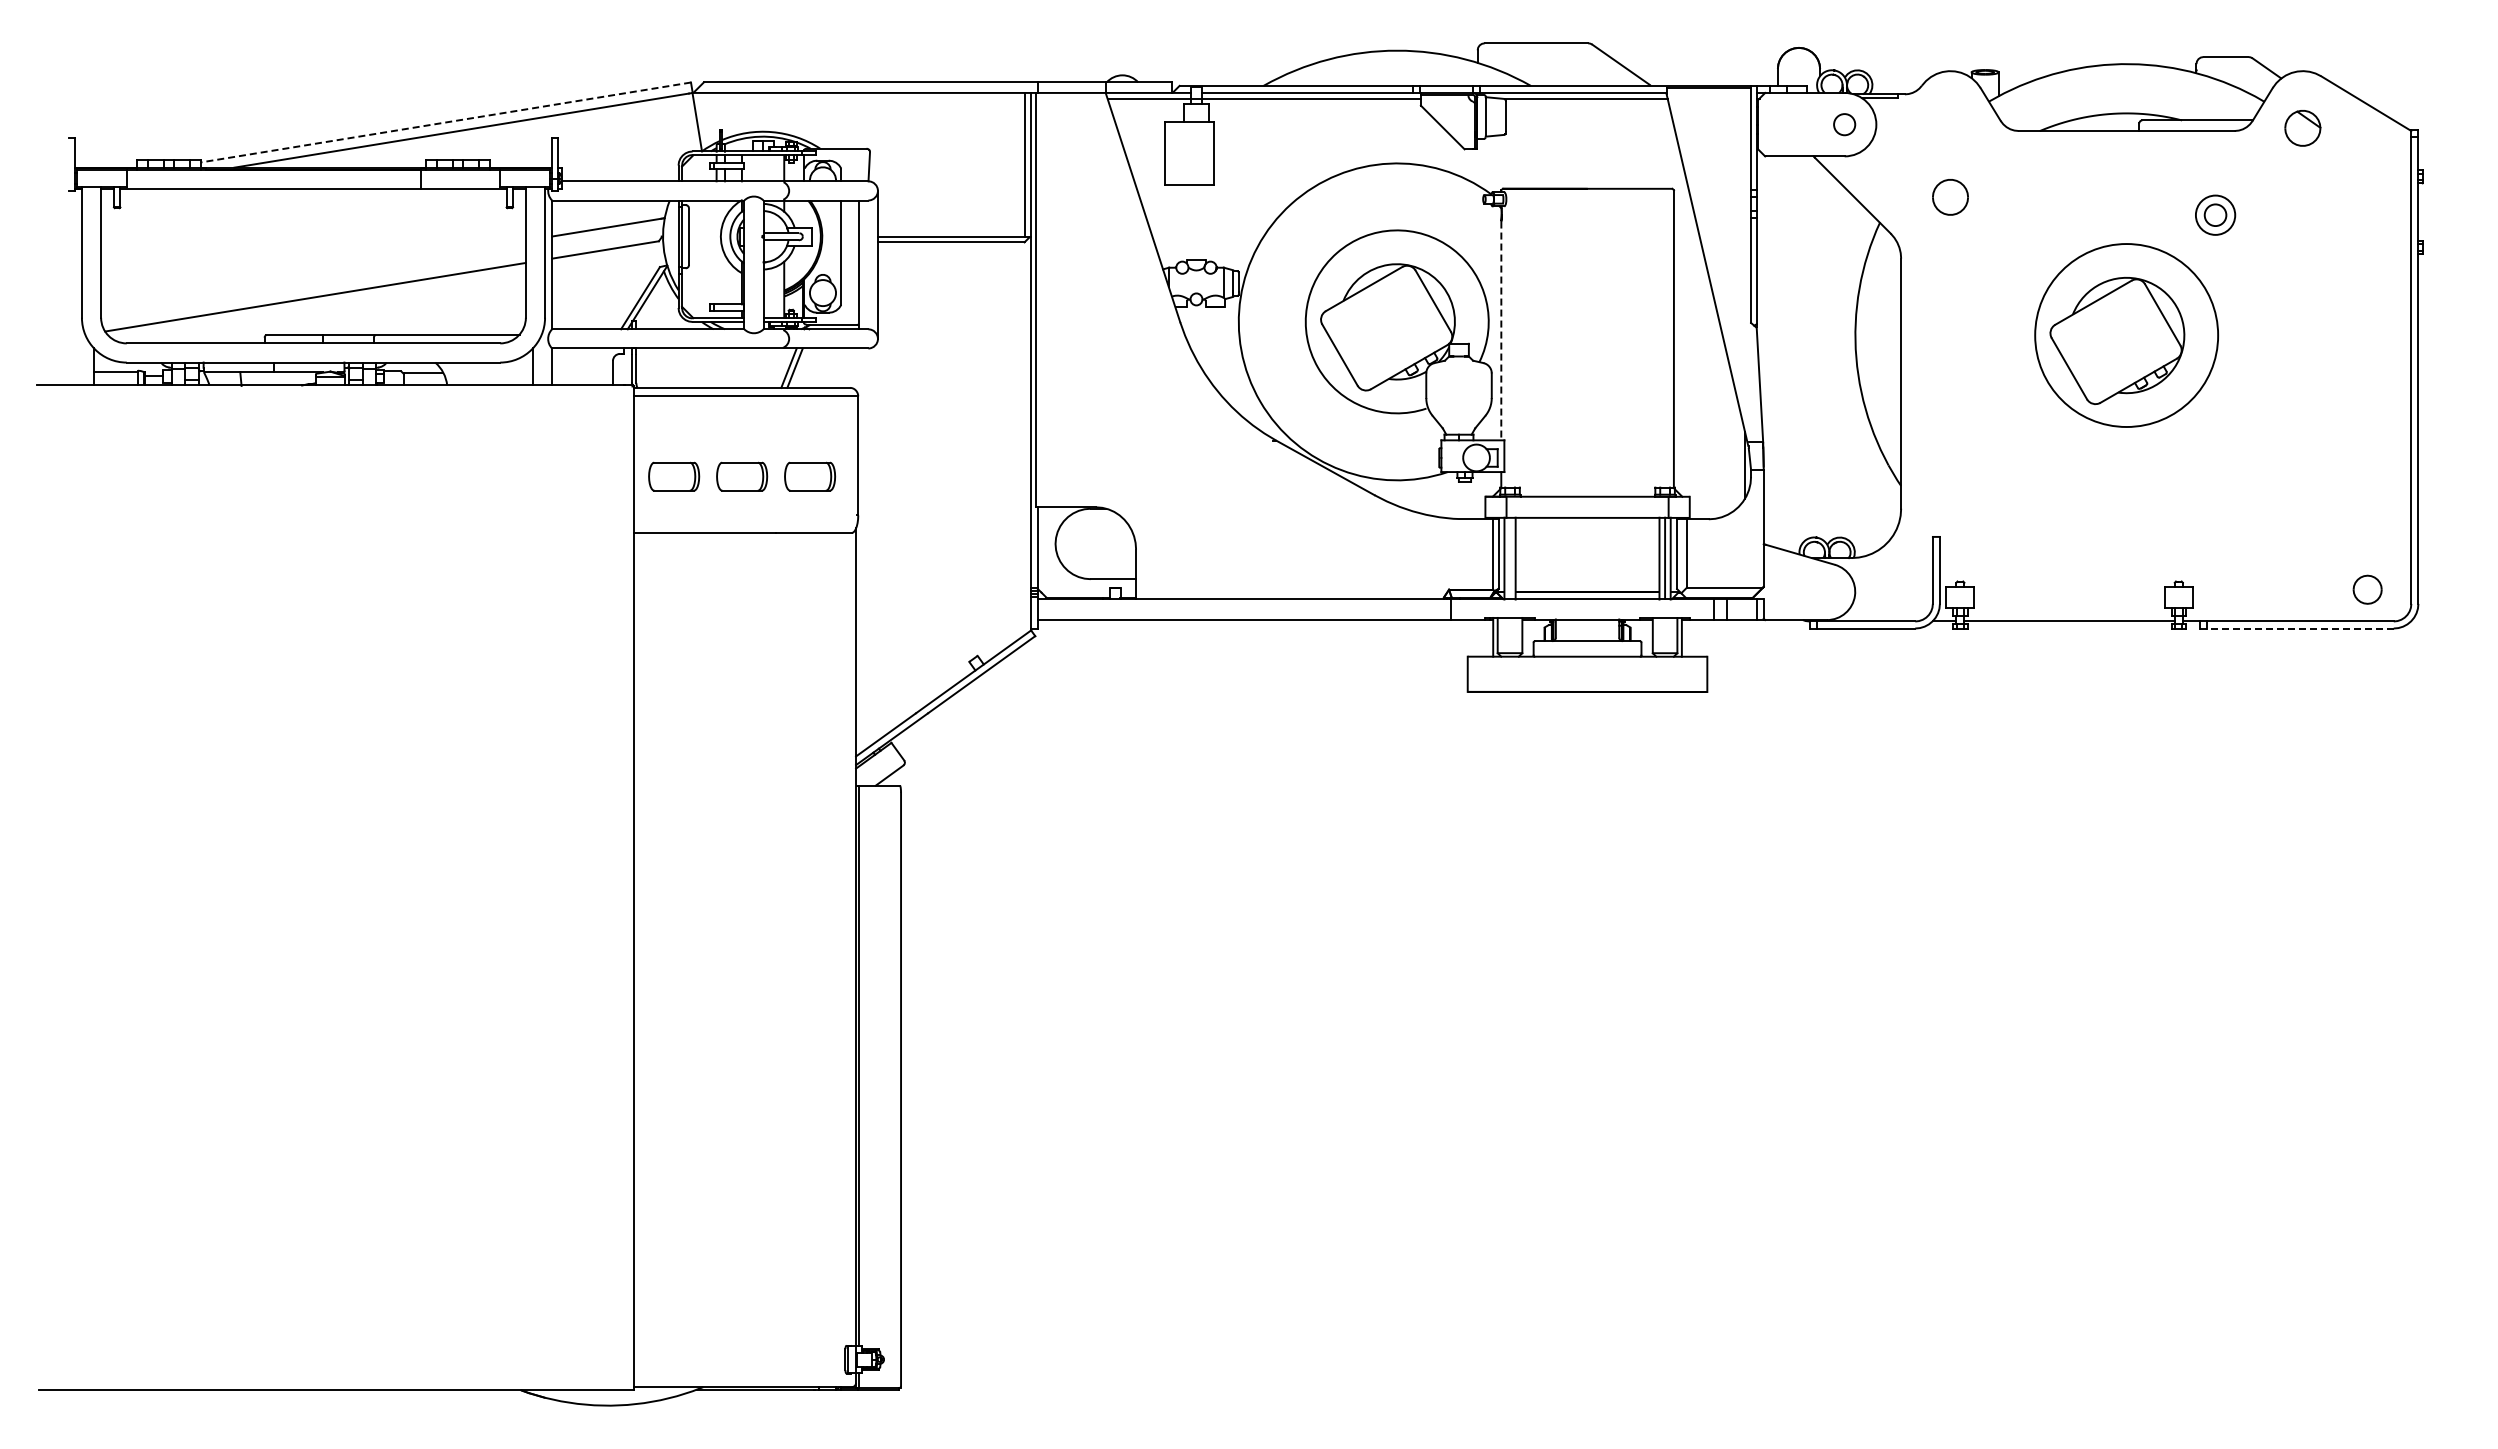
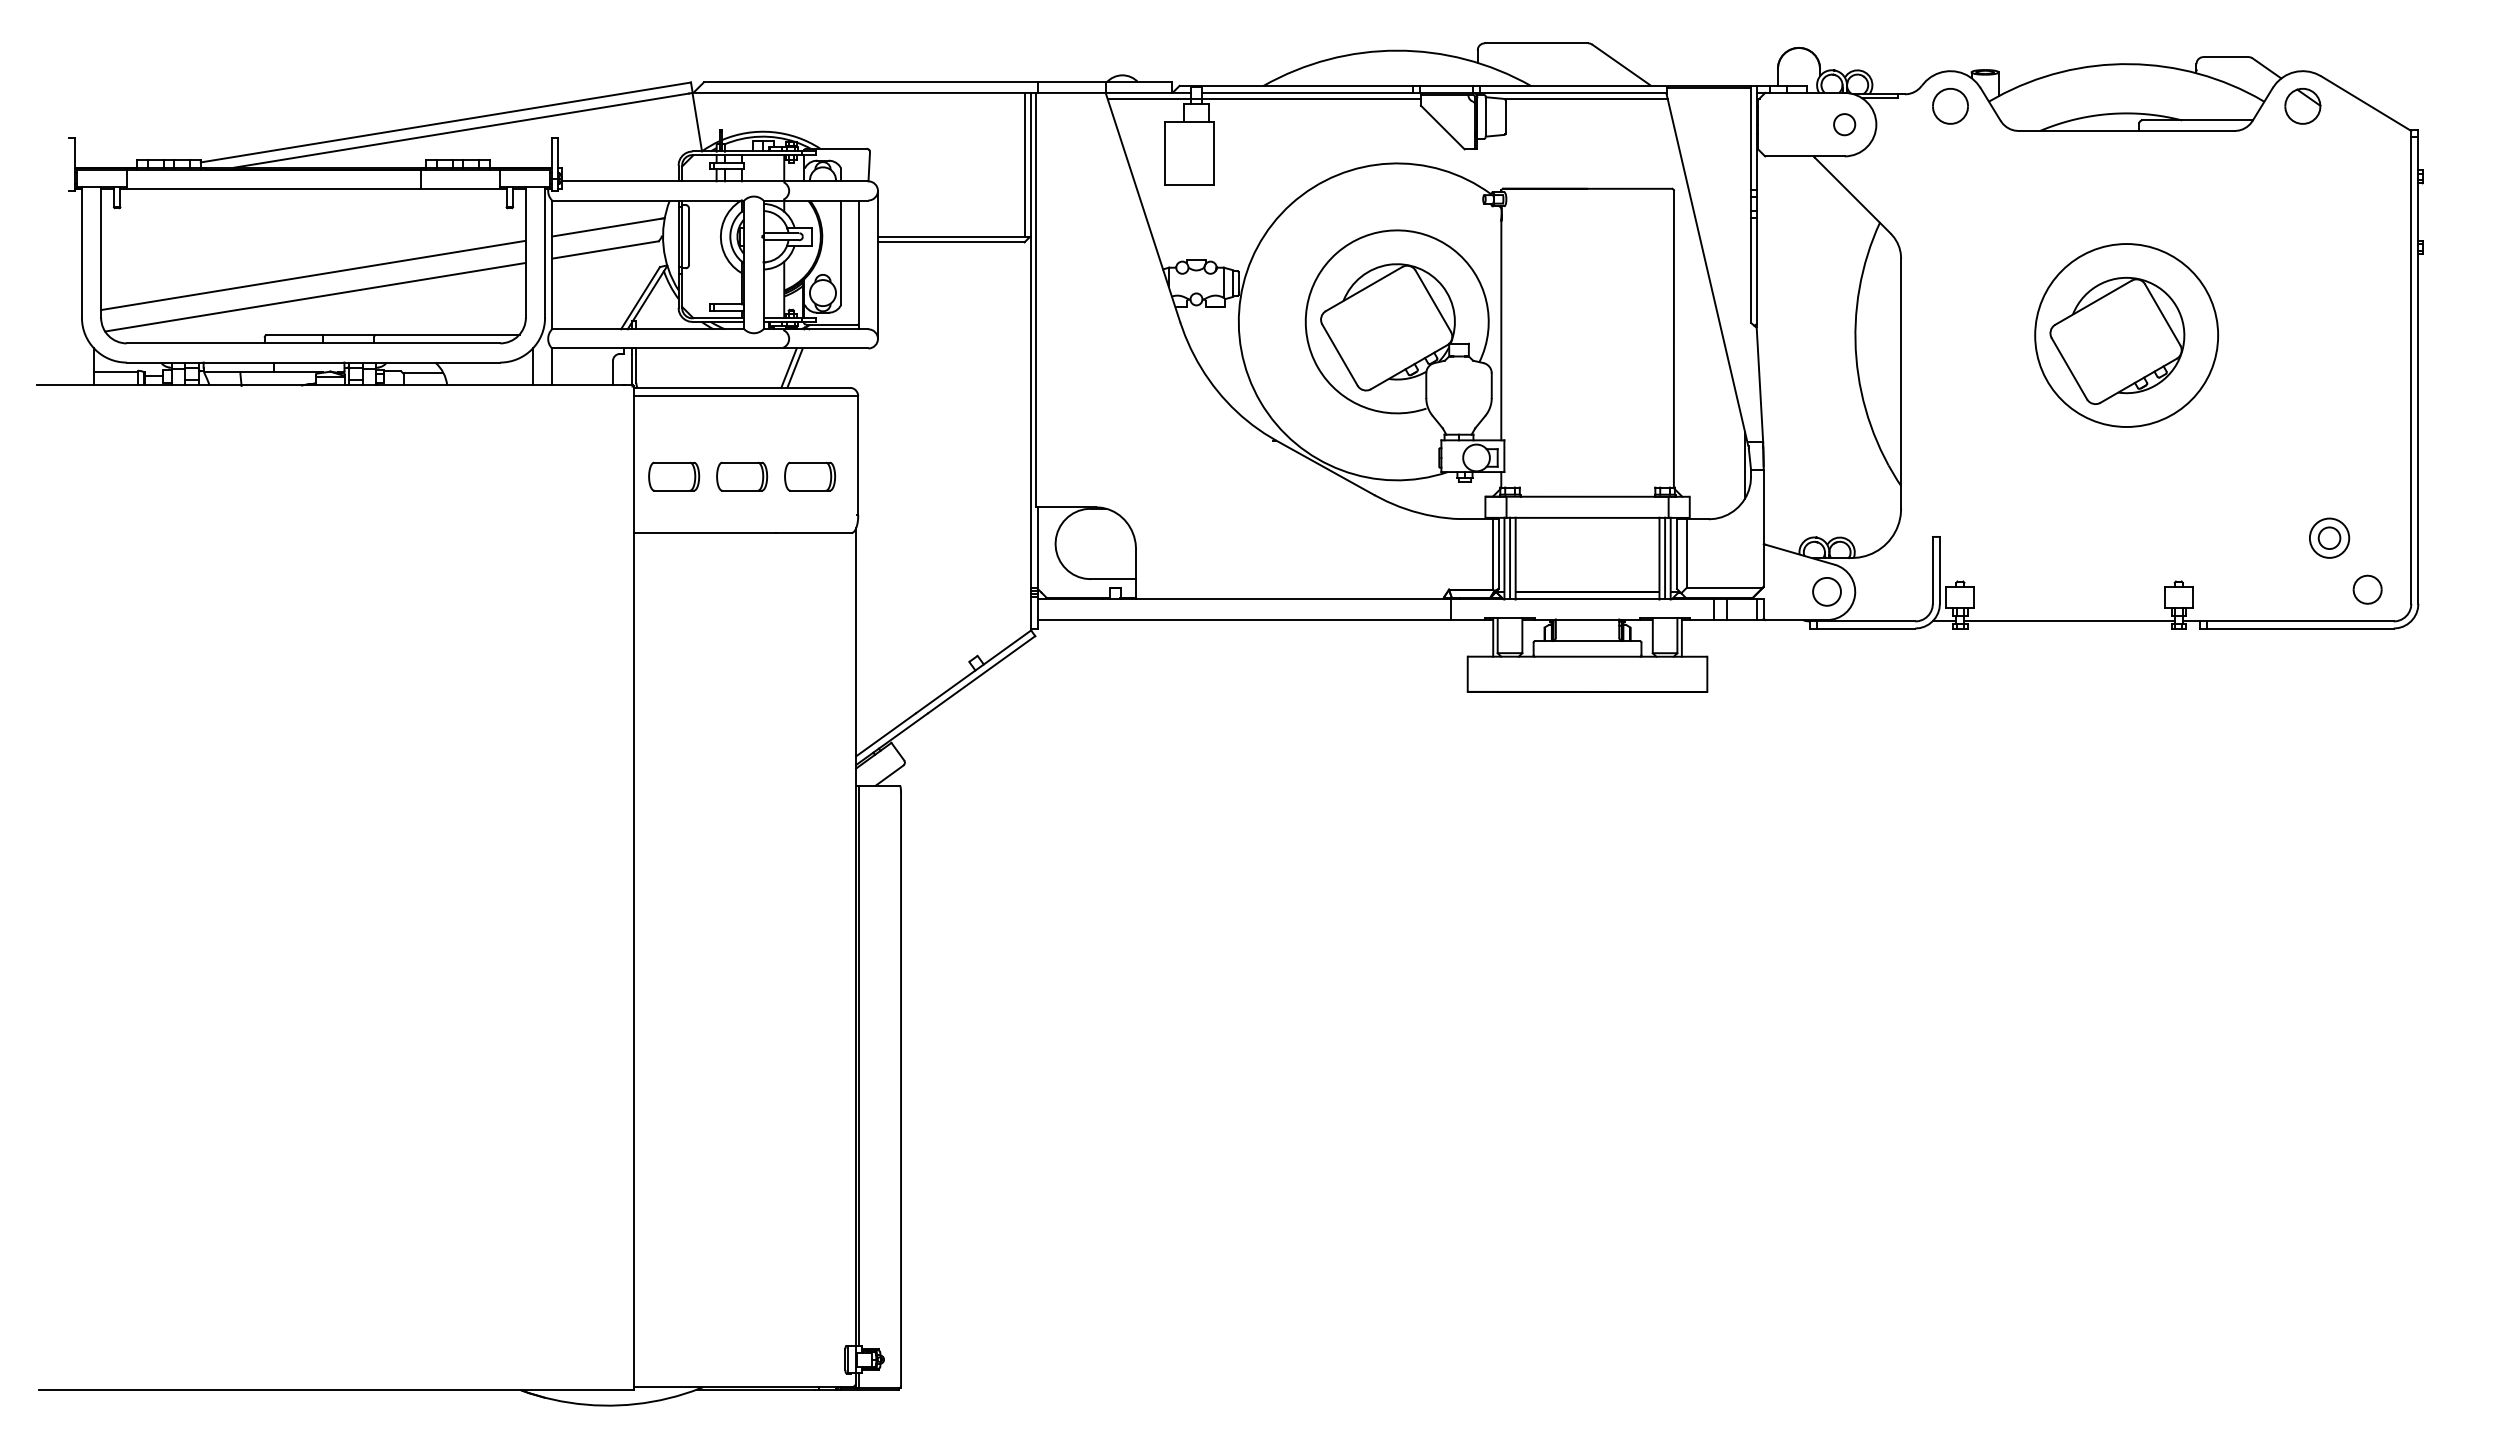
line at (445, 122): dashed -> solid
part at (2302, 128) position: (2302, 128) -> (2302, 106)
part at (1950, 197) position: (1950, 197) -> (1950, 106)
part at (2215, 214) position: (2215, 214) -> (2329, 537)
line at (313, 275): none -> present
line at (1501, 331): dashed -> solid
line at (1510, 557): none -> present
circle at (1826, 591): none -> present
line at (2296, 628): dashed -> solid
